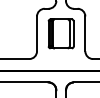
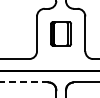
part at (60, 33) size: 28x32 px -> 22x26 px
line at (24, 82): solid -> dashed
